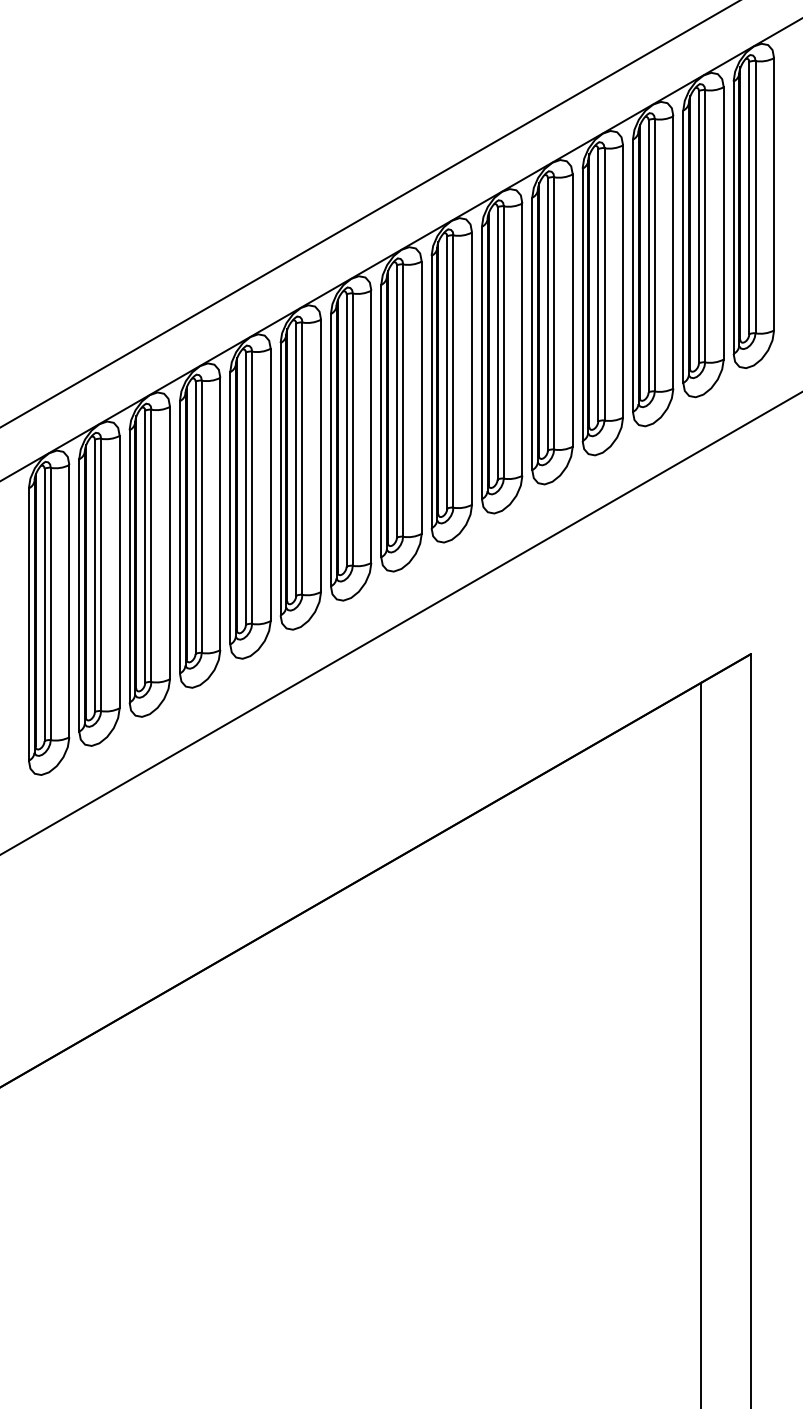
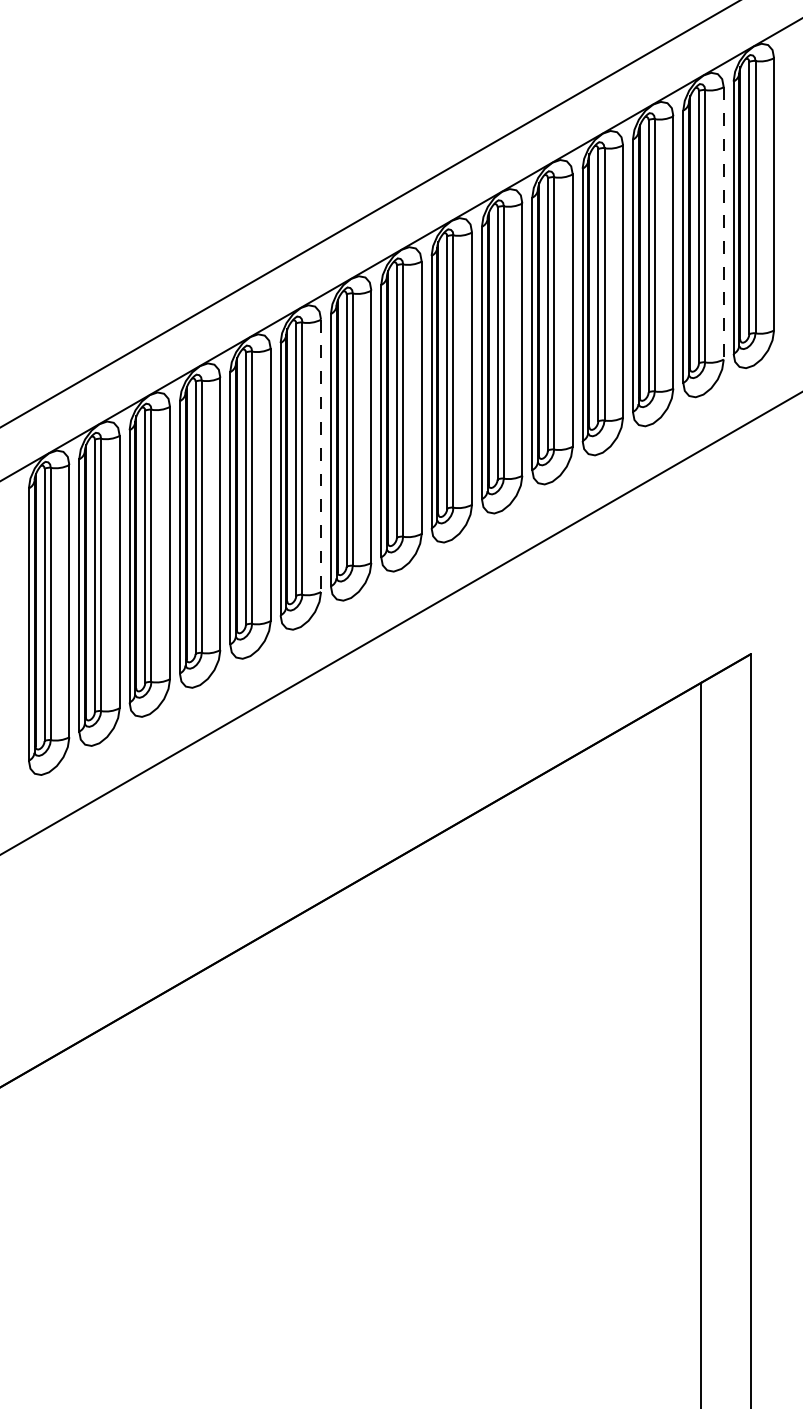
line at (723, 223): solid -> dashed
line at (321, 456): solid -> dashed
